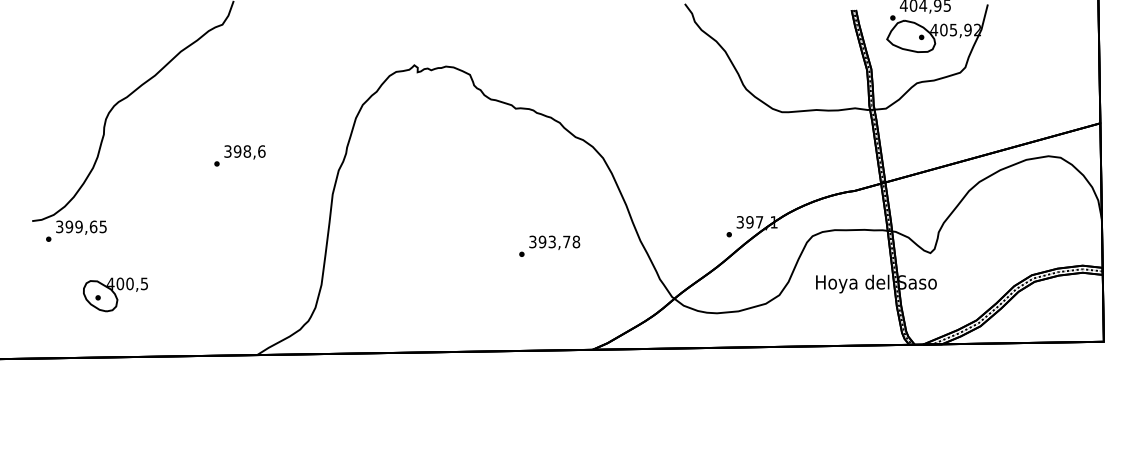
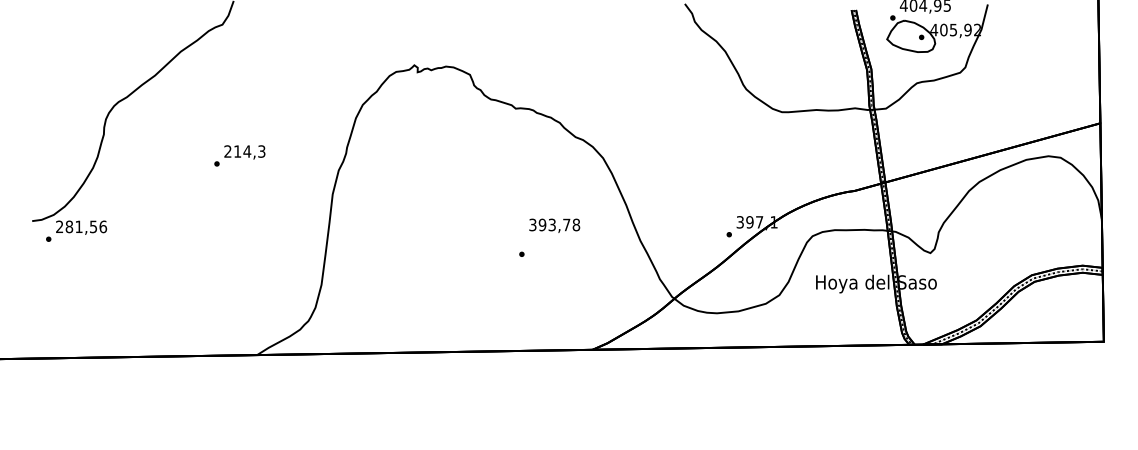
text at (244, 151): 398,6 -> 214,3
text at (81, 226): 399,65 -> 281,56
text at (554, 242) position: (554, 242) -> (554, 225)
part at (115, 294): present -> none
